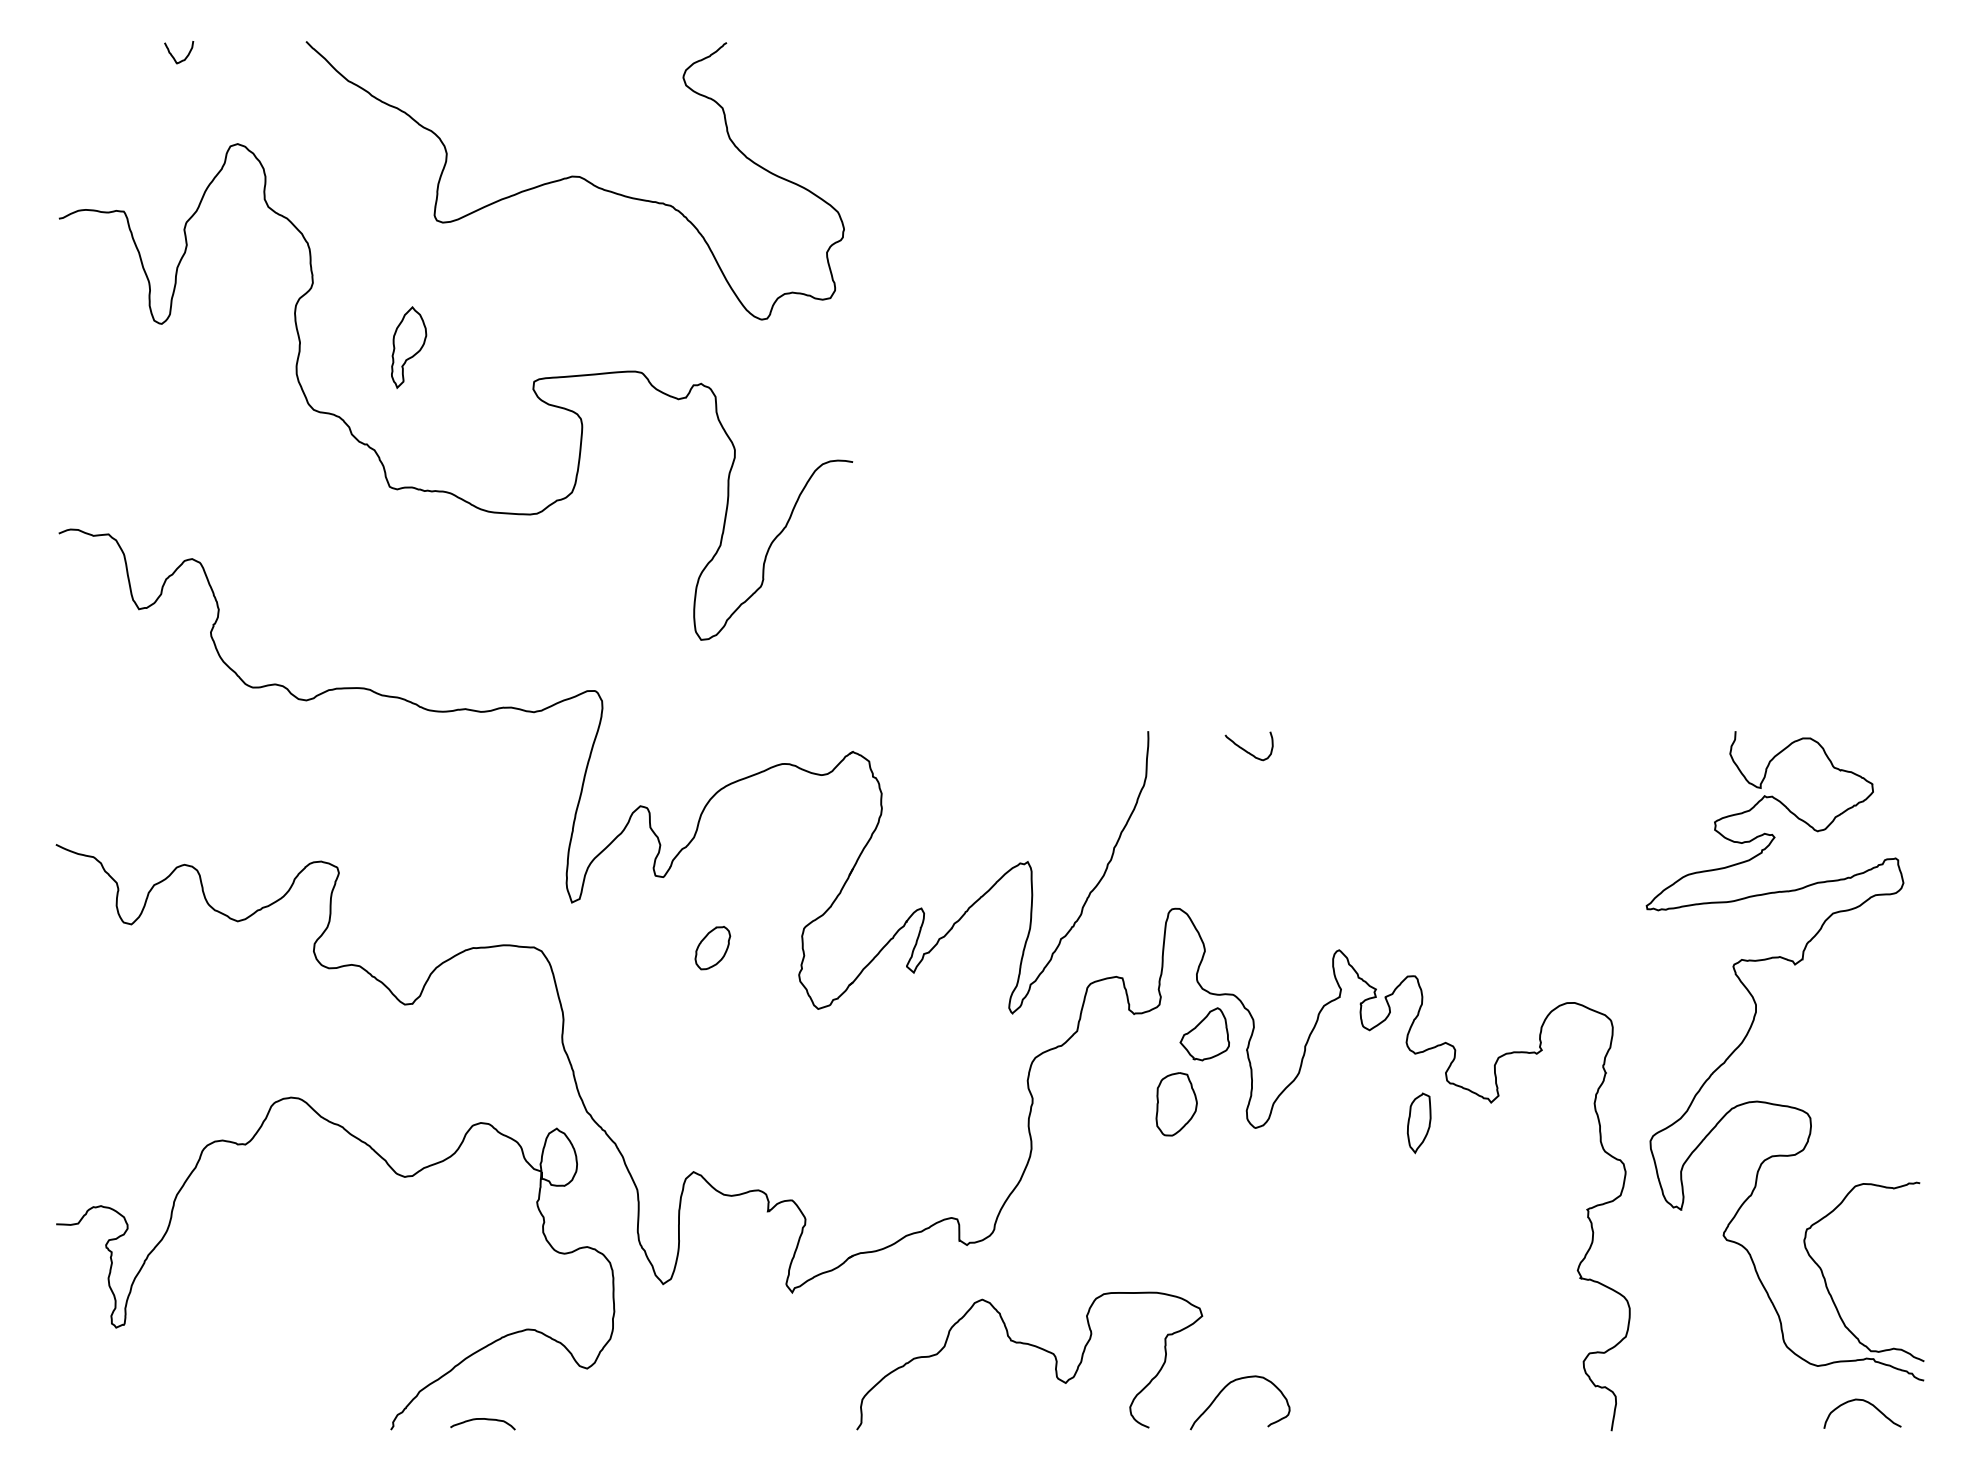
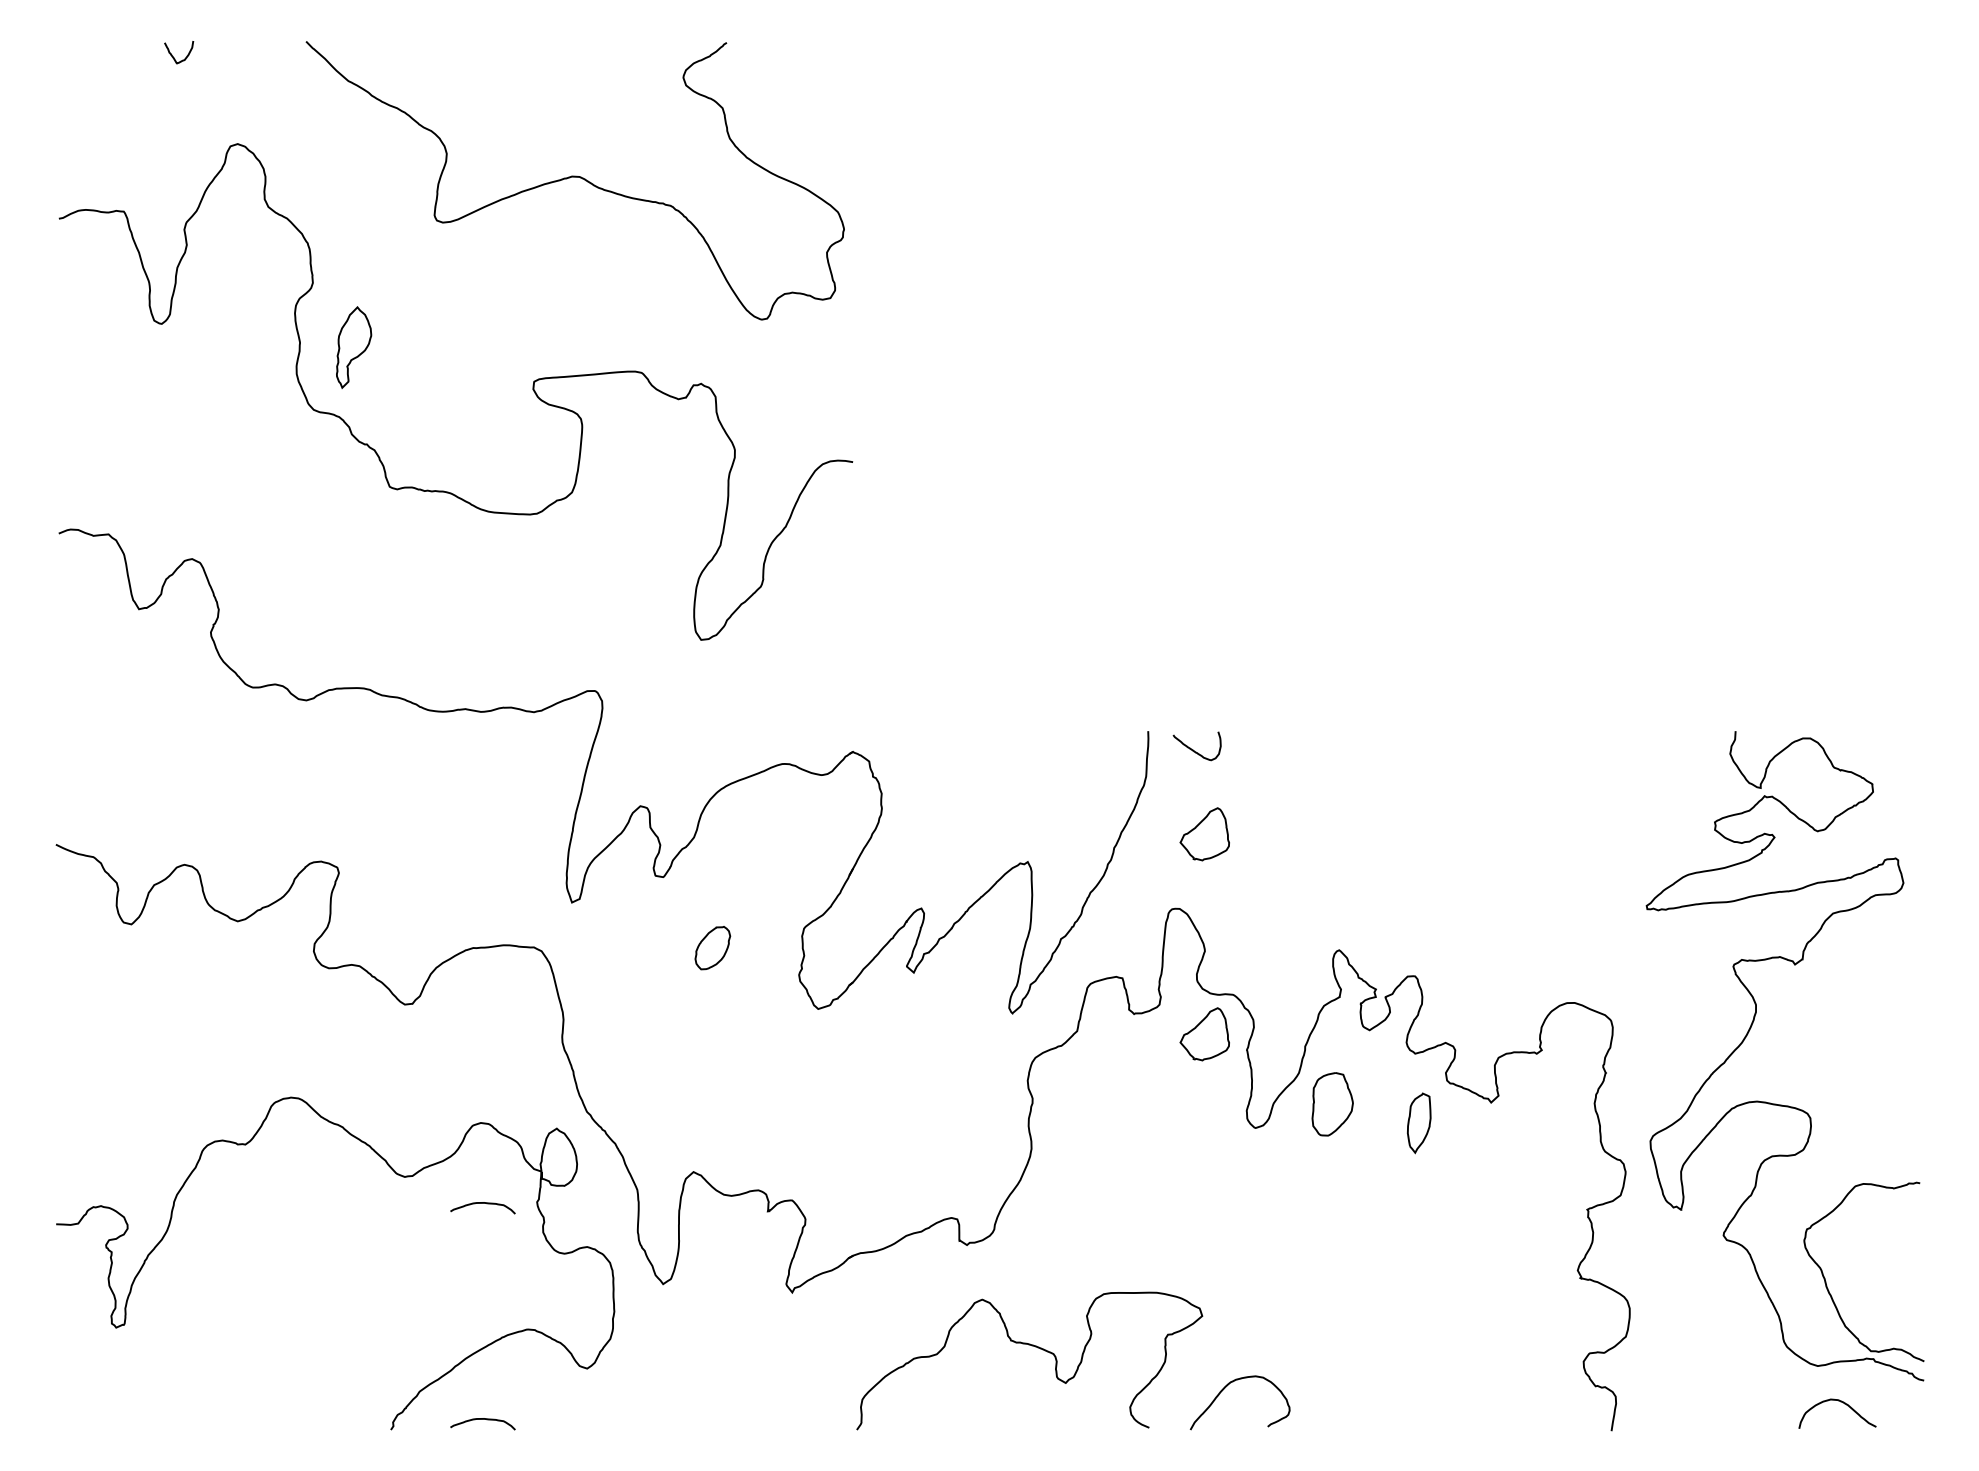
part at (409, 347) position: (409, 347) -> (354, 347)
curve at (1245, 749) position: (1245, 749) -> (1193, 749)
part at (1204, 834): none -> present
part at (1176, 1104) position: (1176, 1104) -> (1332, 1104)
curve at (482, 1203): none -> present
curve at (1865, 1402) position: (1865, 1402) -> (1840, 1402)
